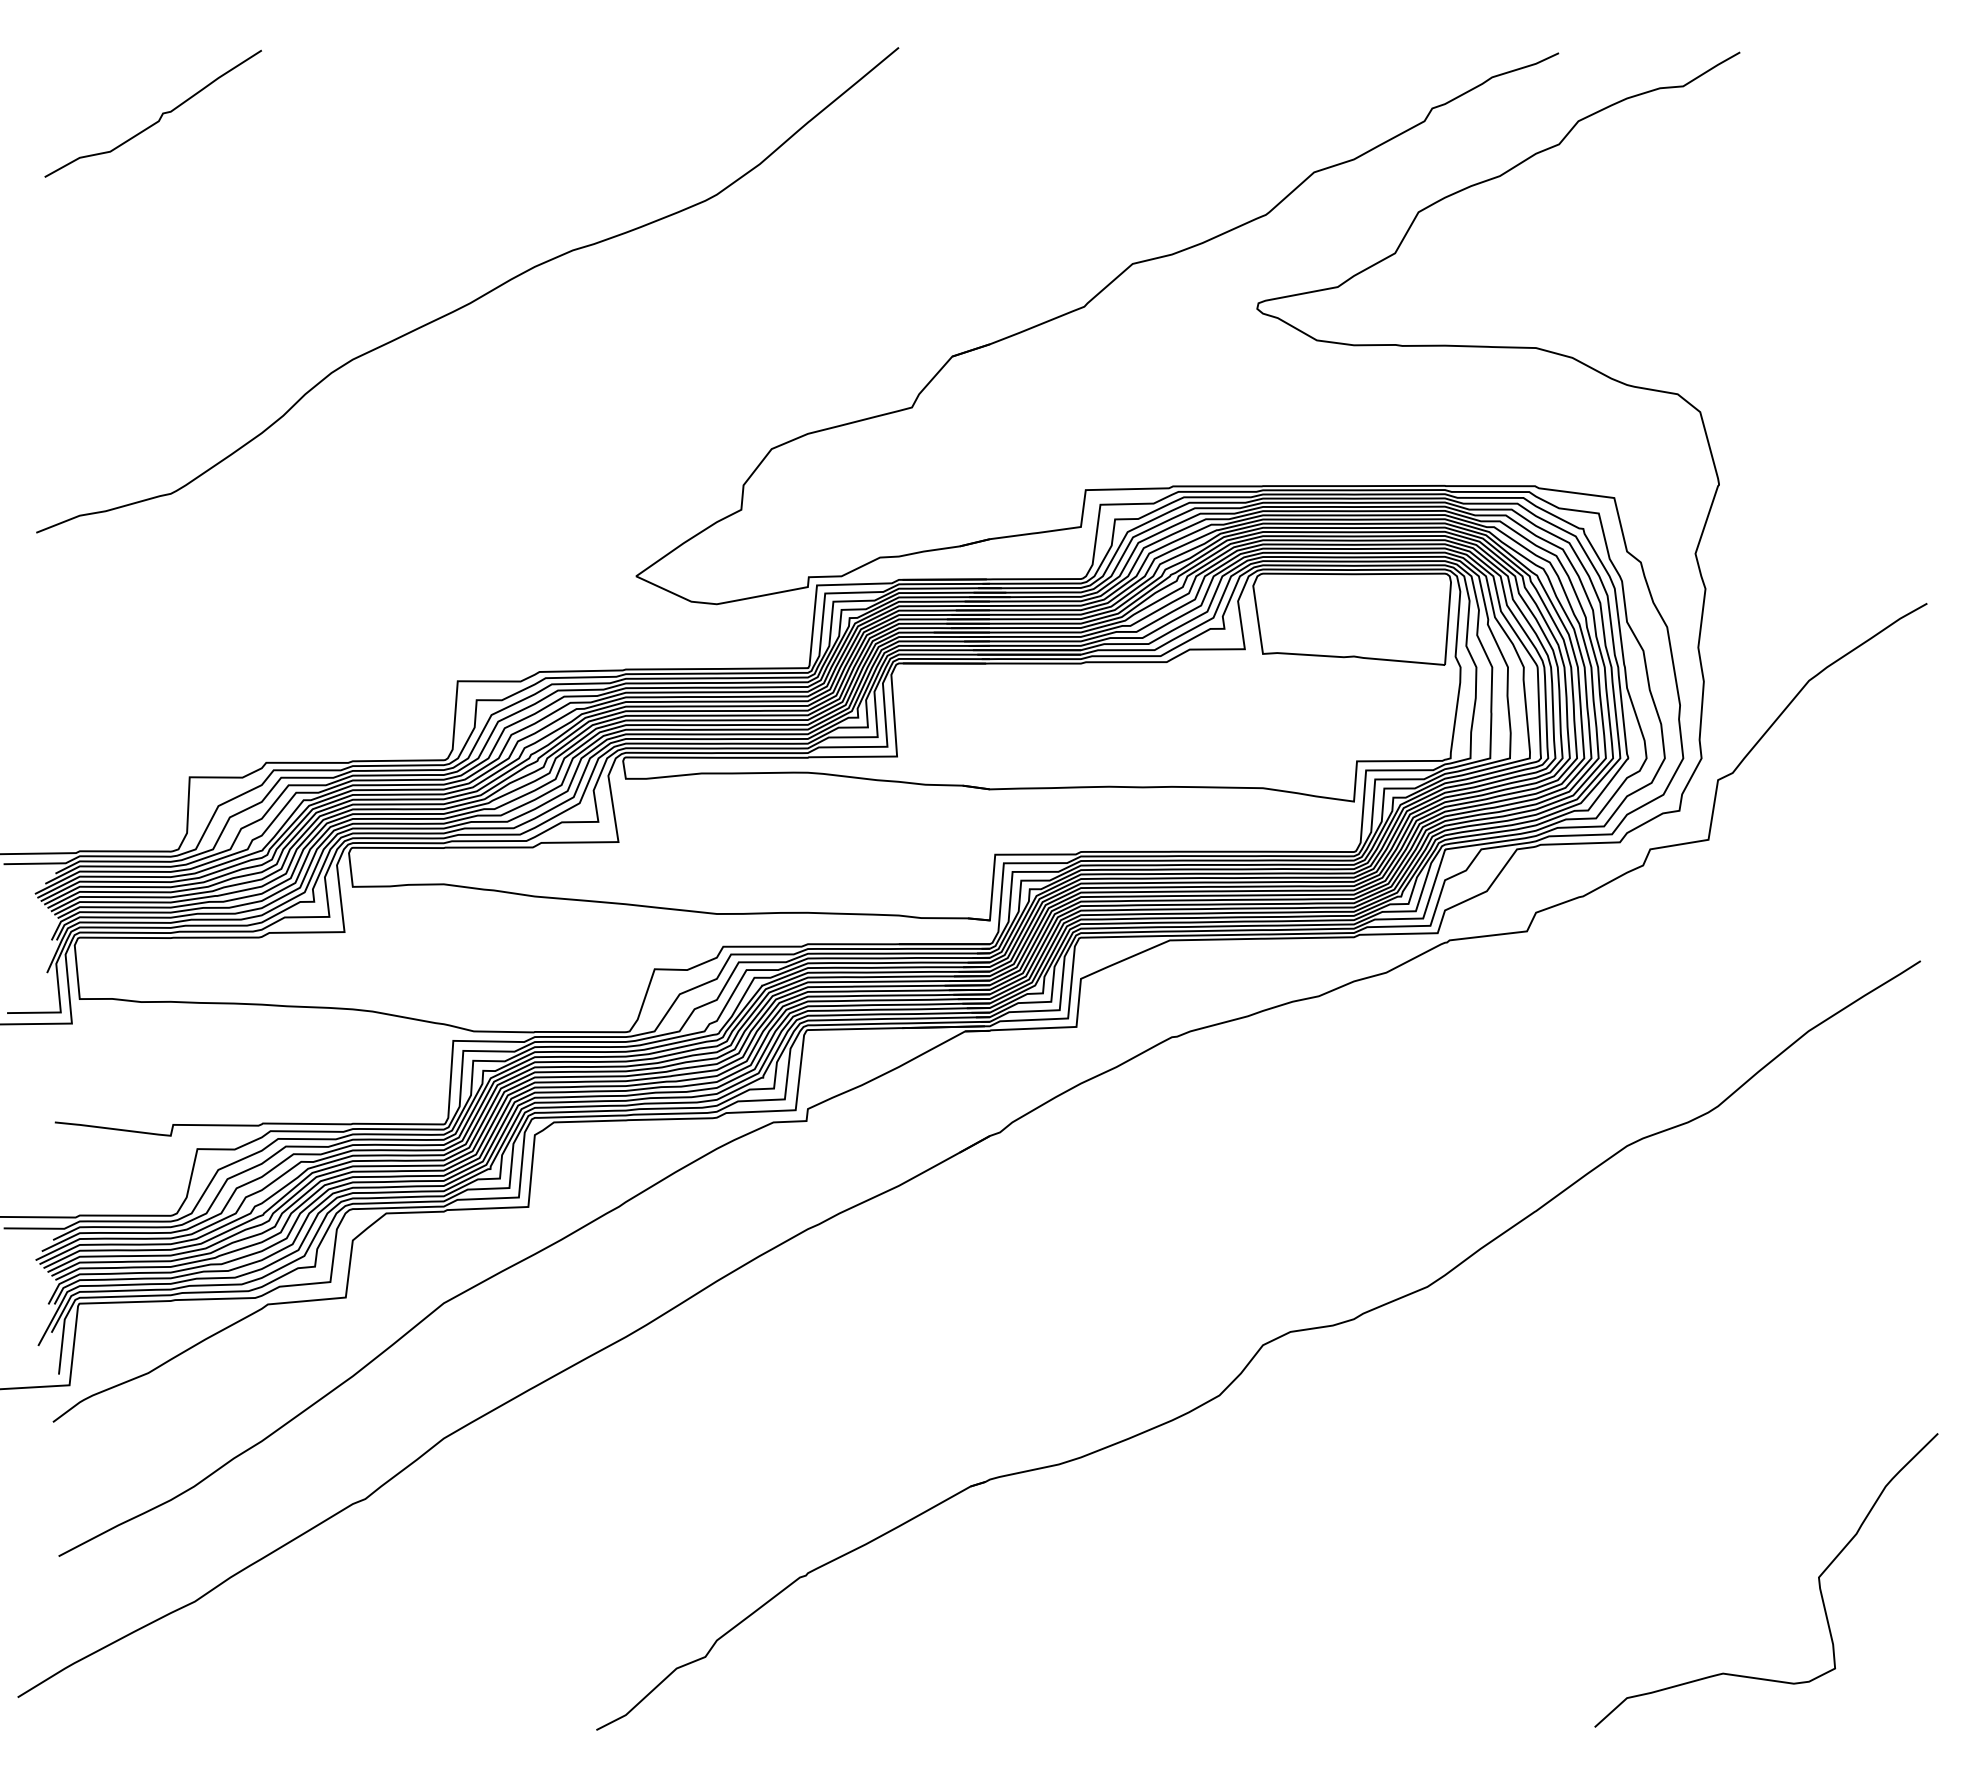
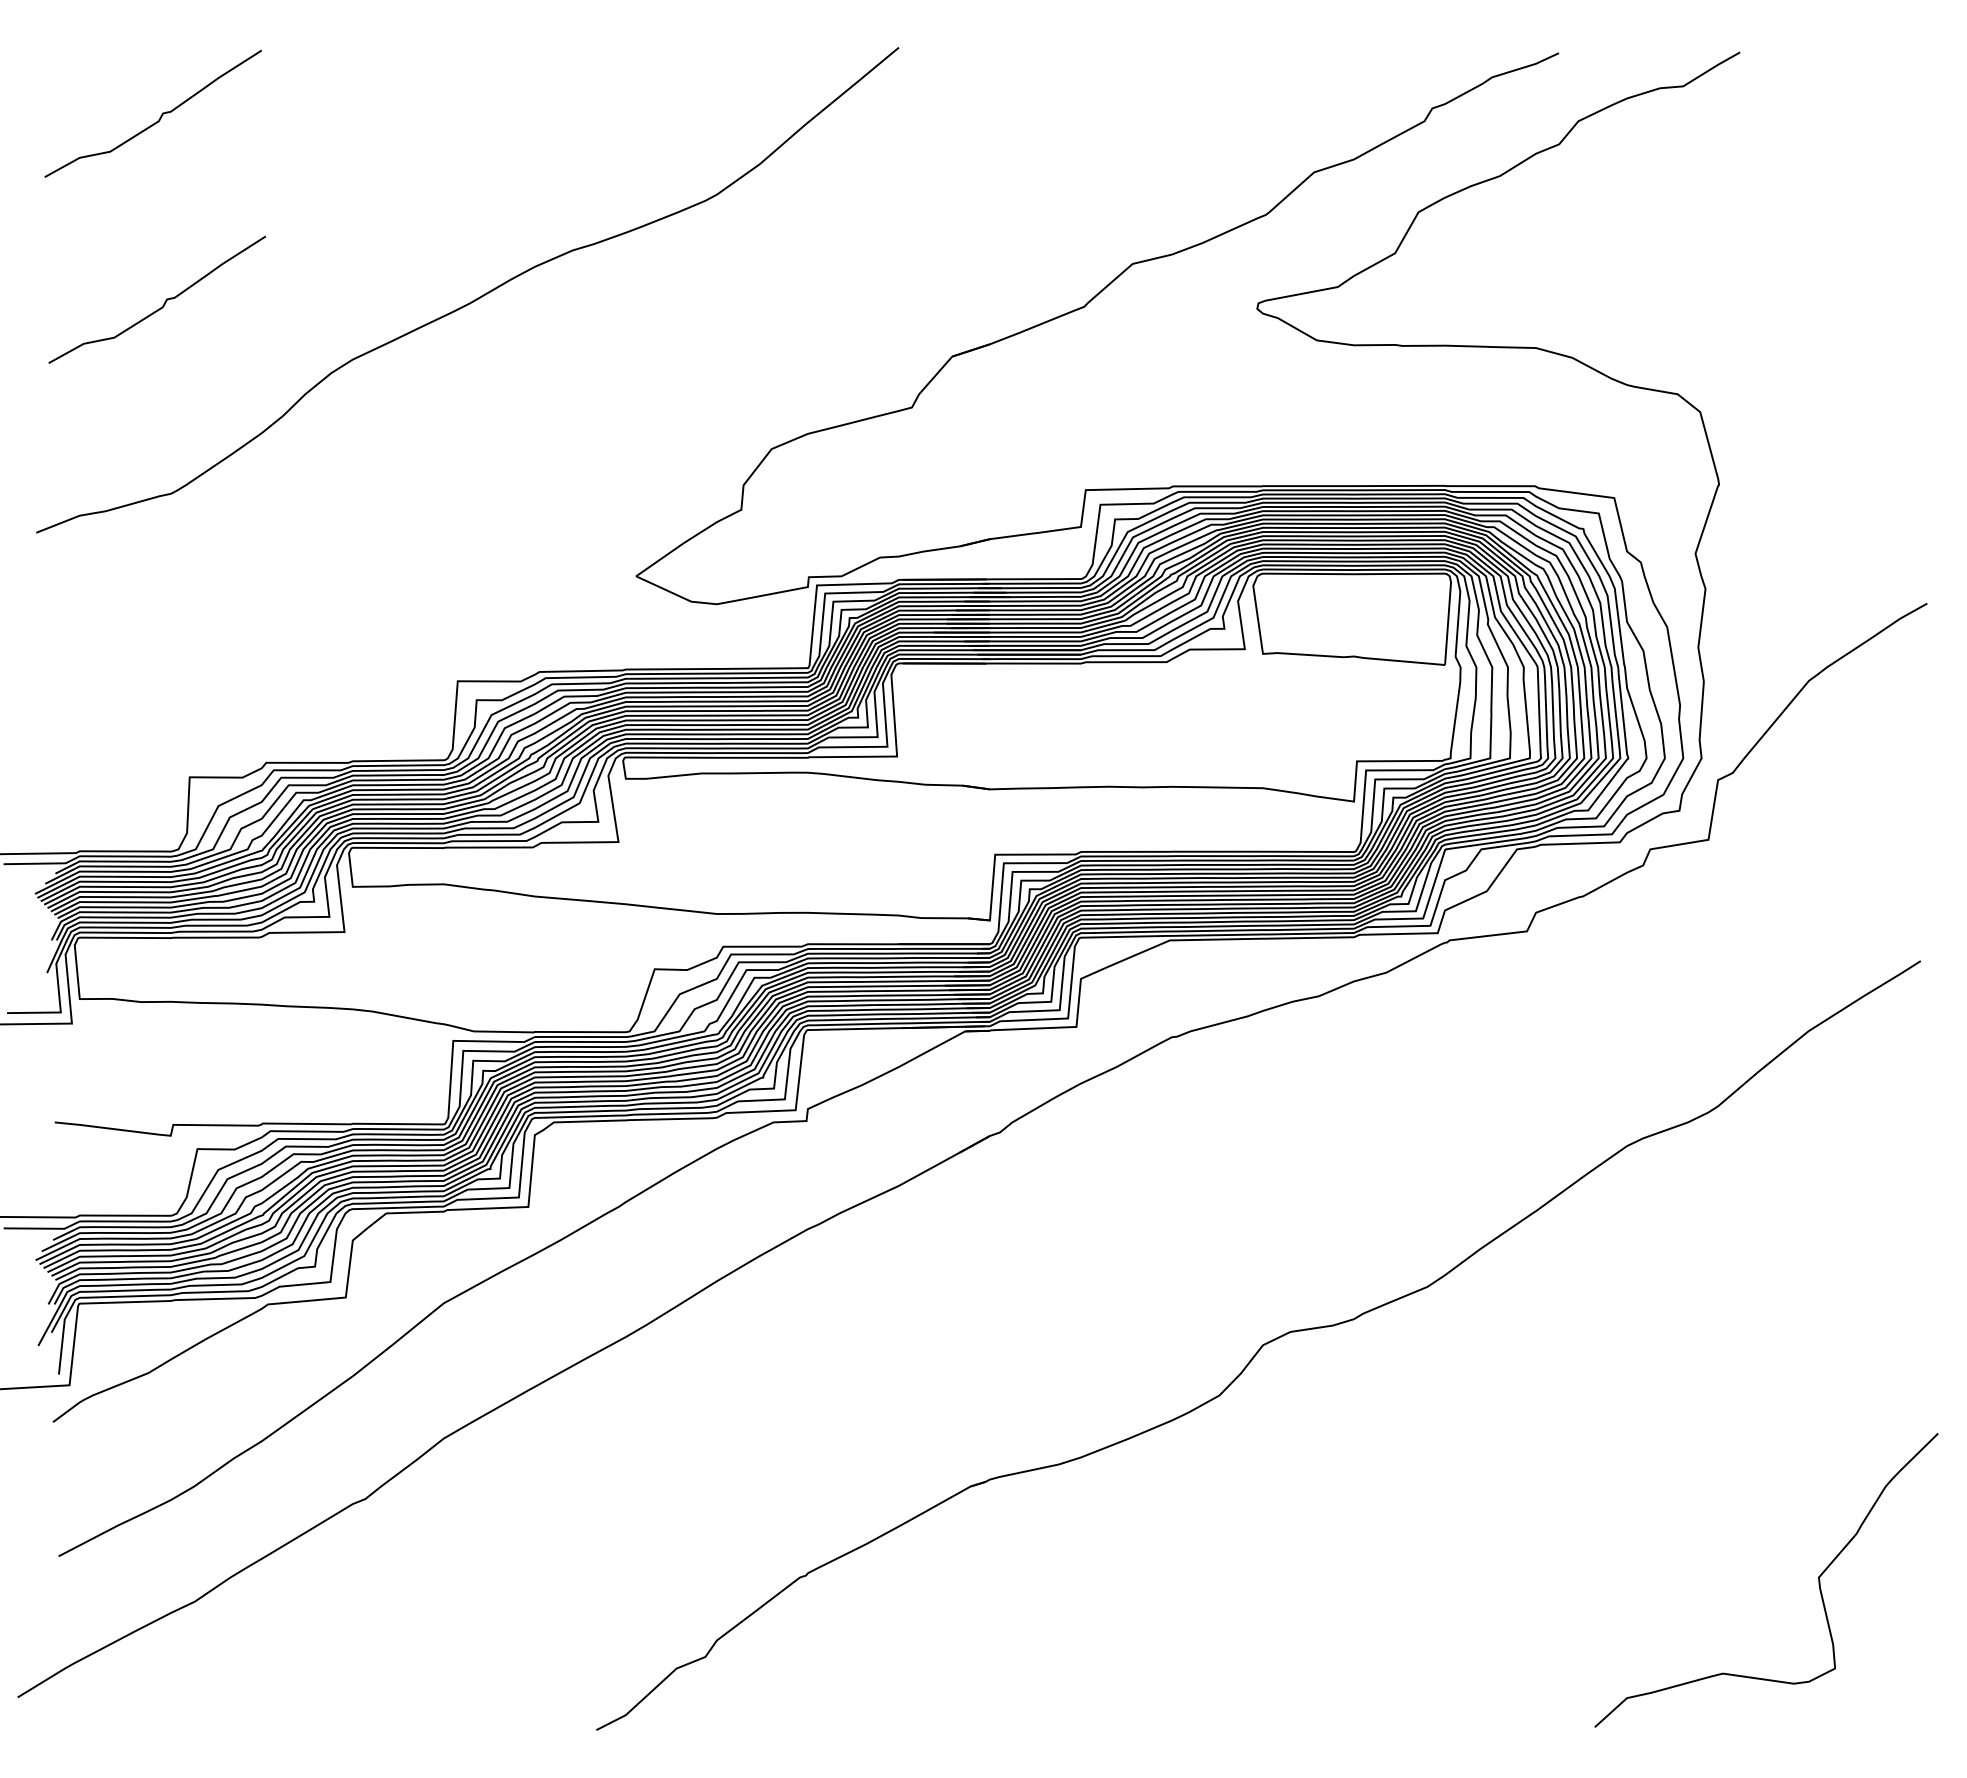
curve at (163, 303): none -> present
